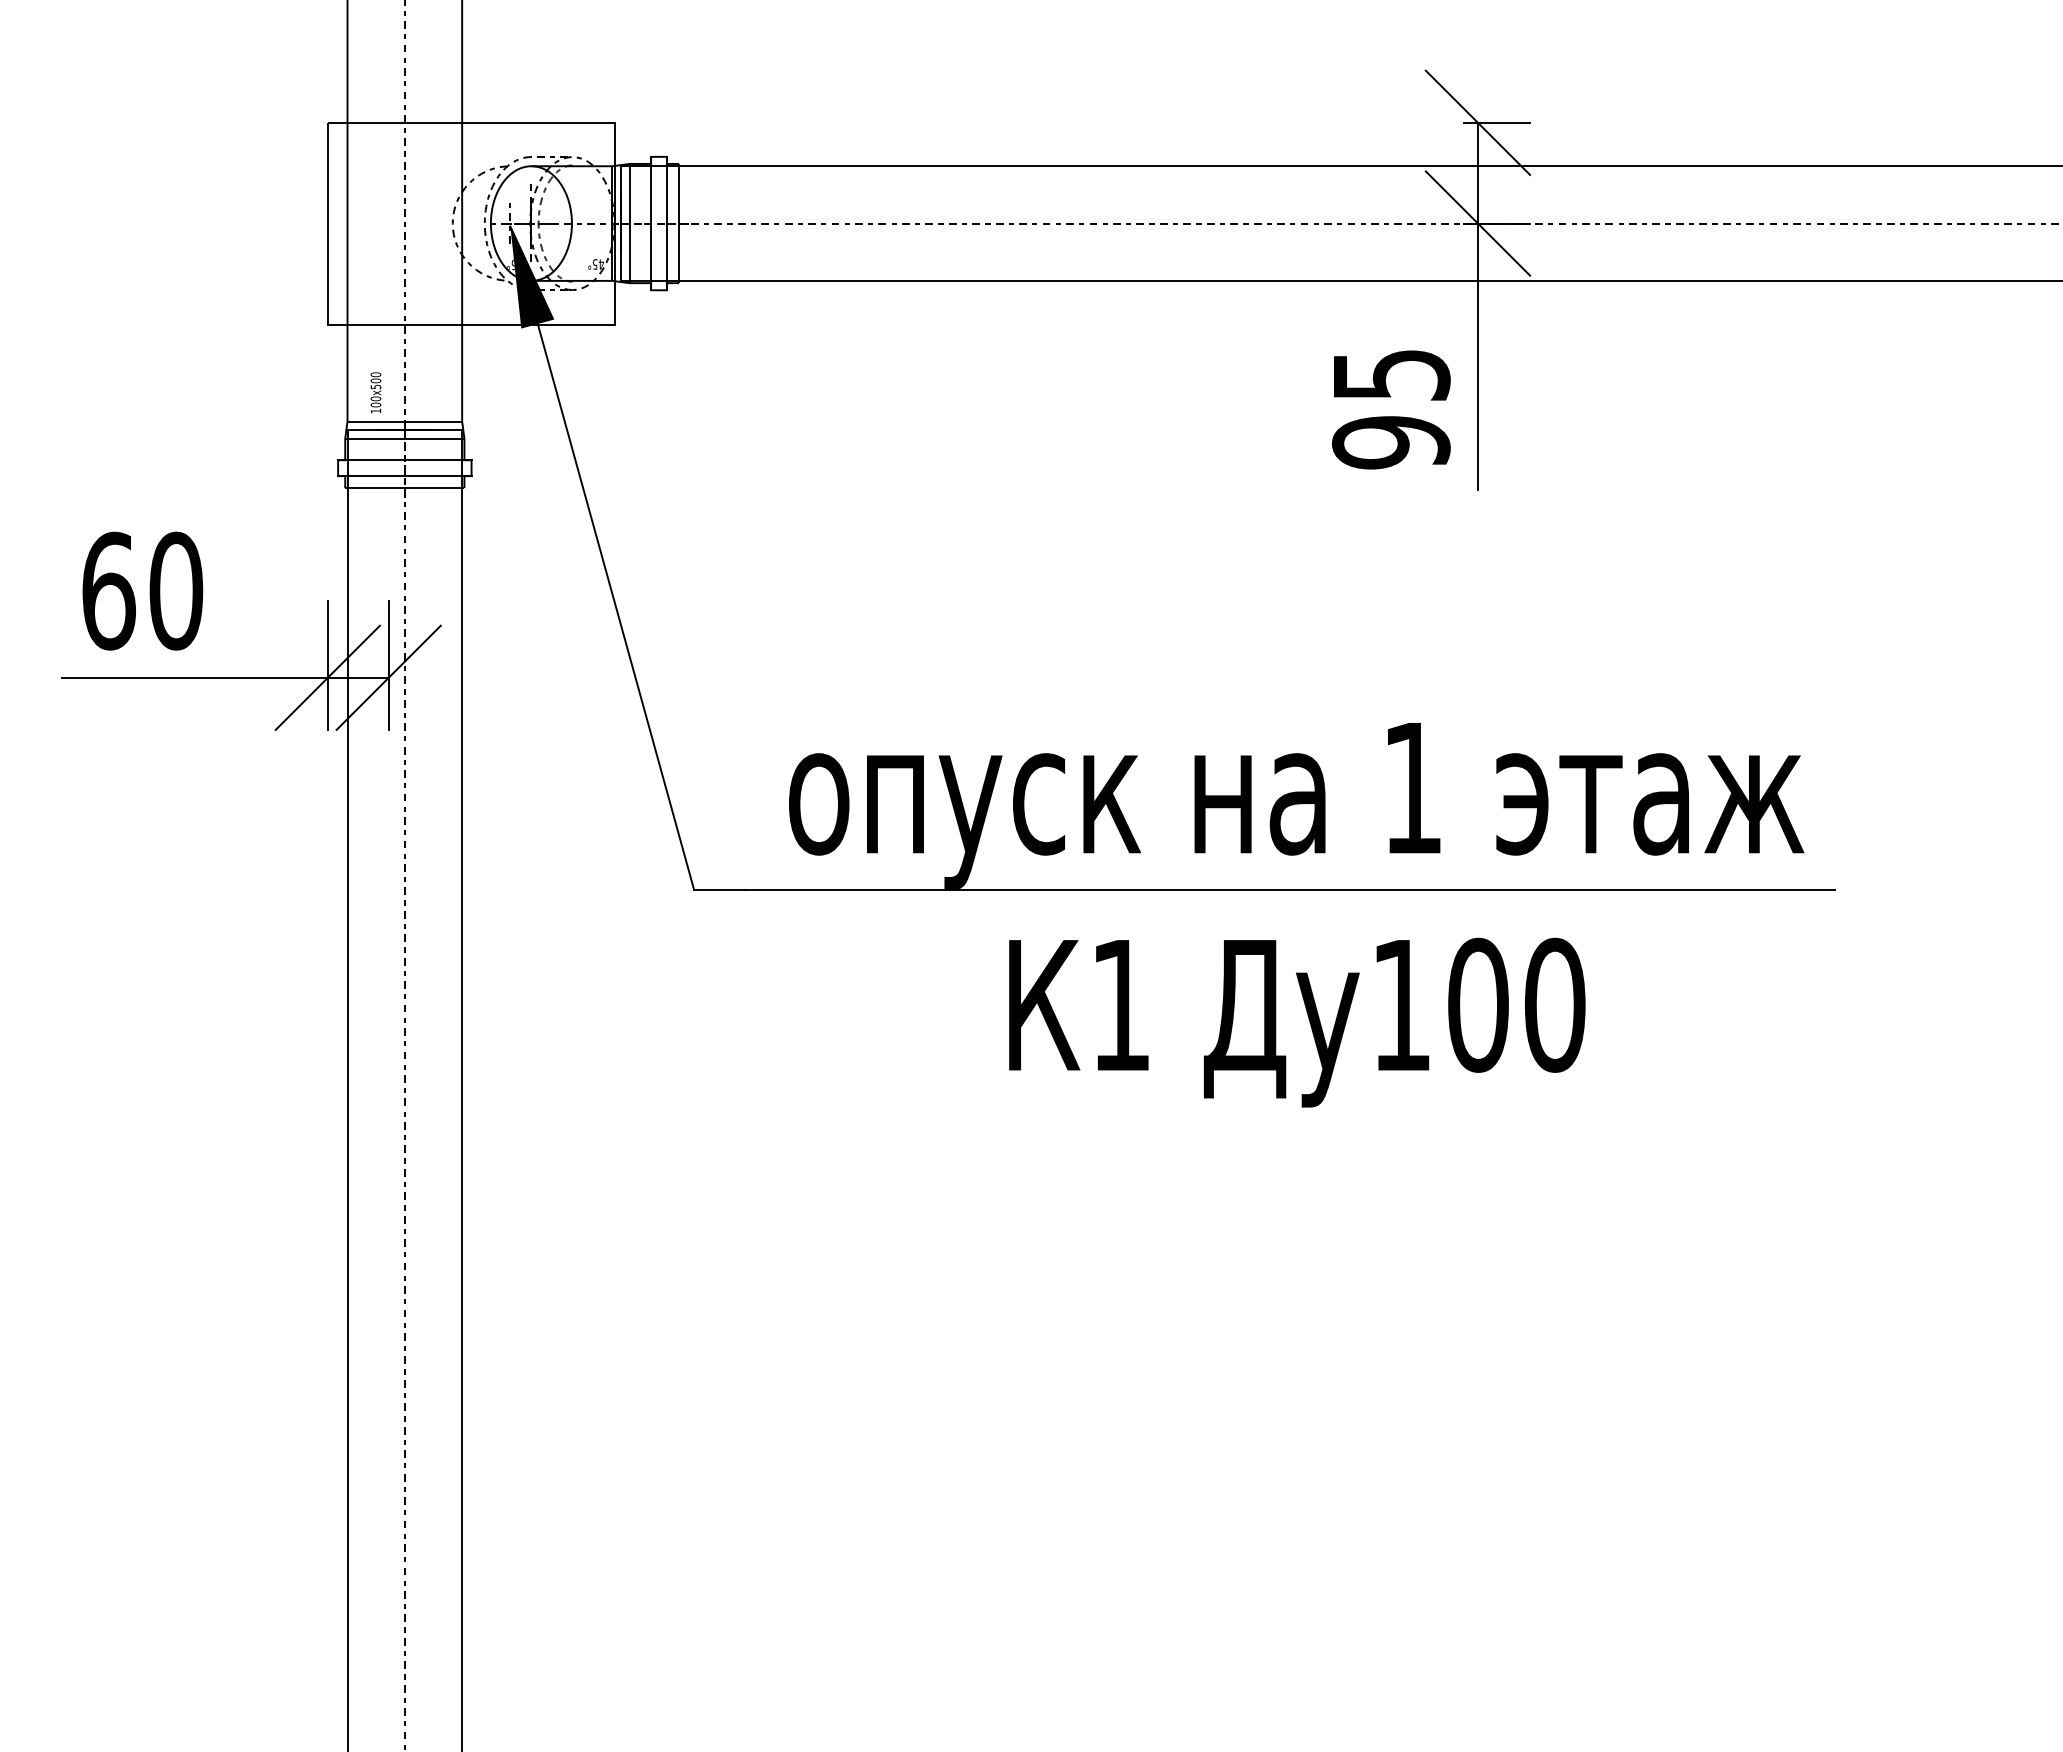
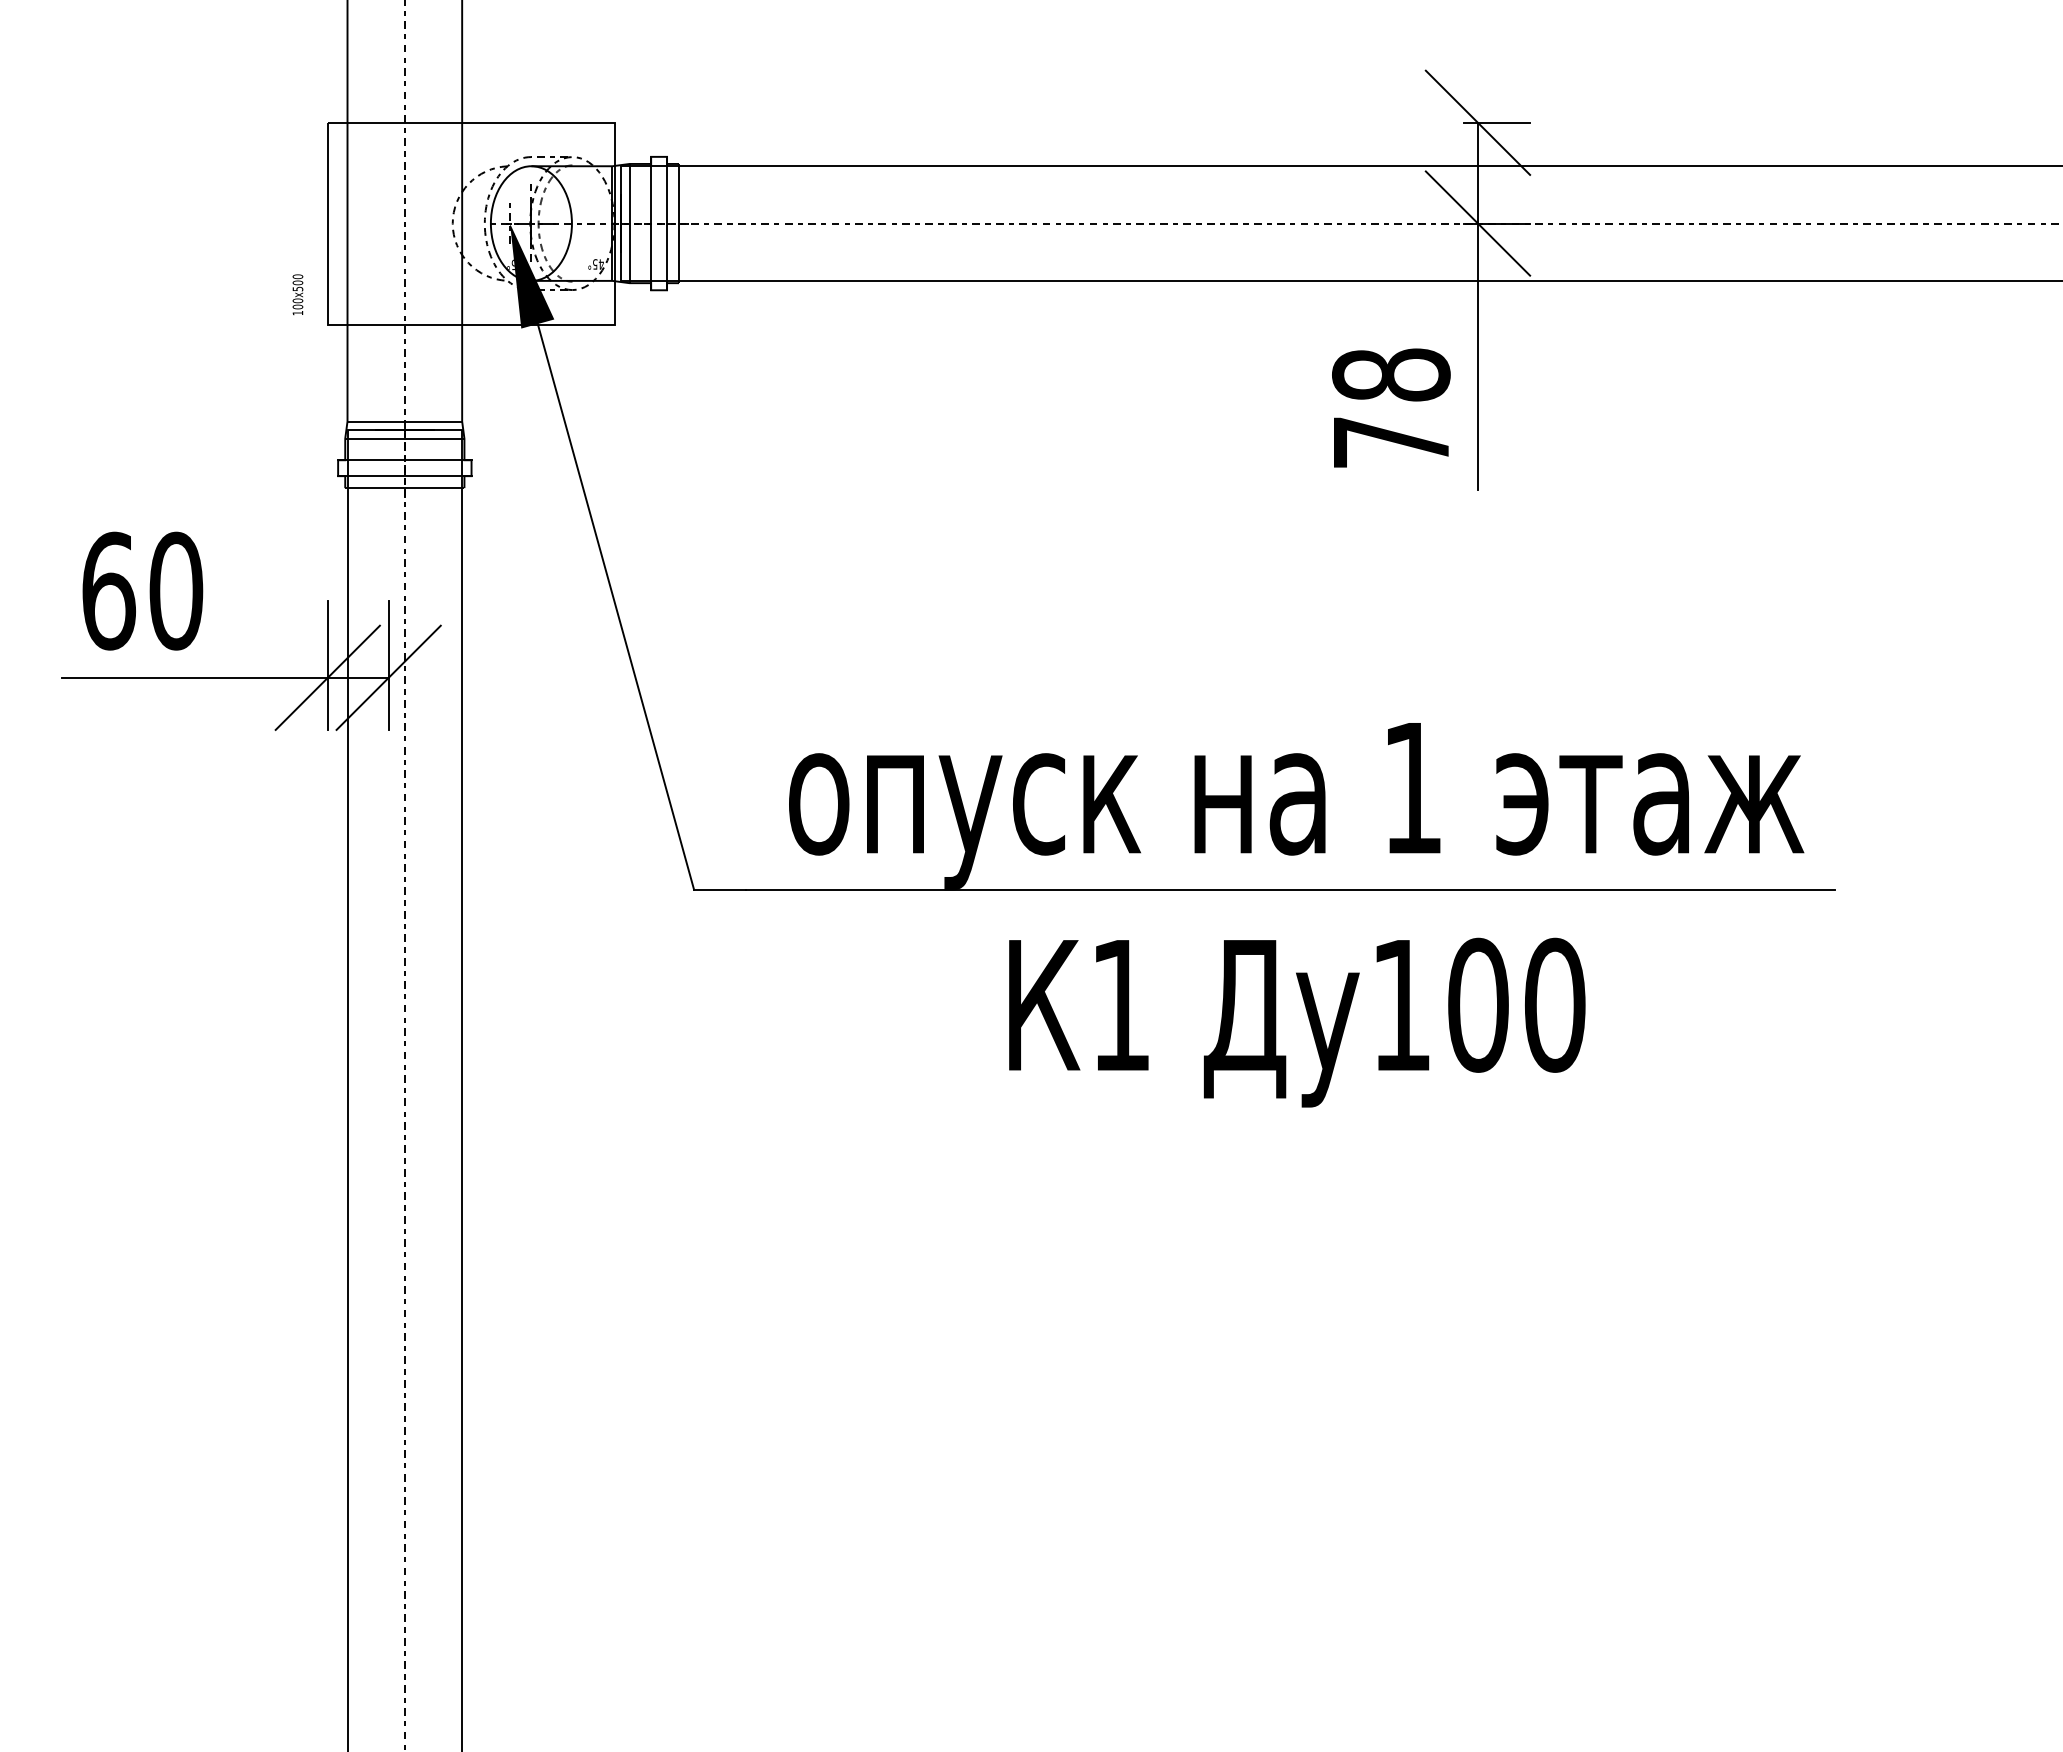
text at (375, 392) position: (375, 392) -> (297, 294)
text at (1391, 408): 95 -> 78
